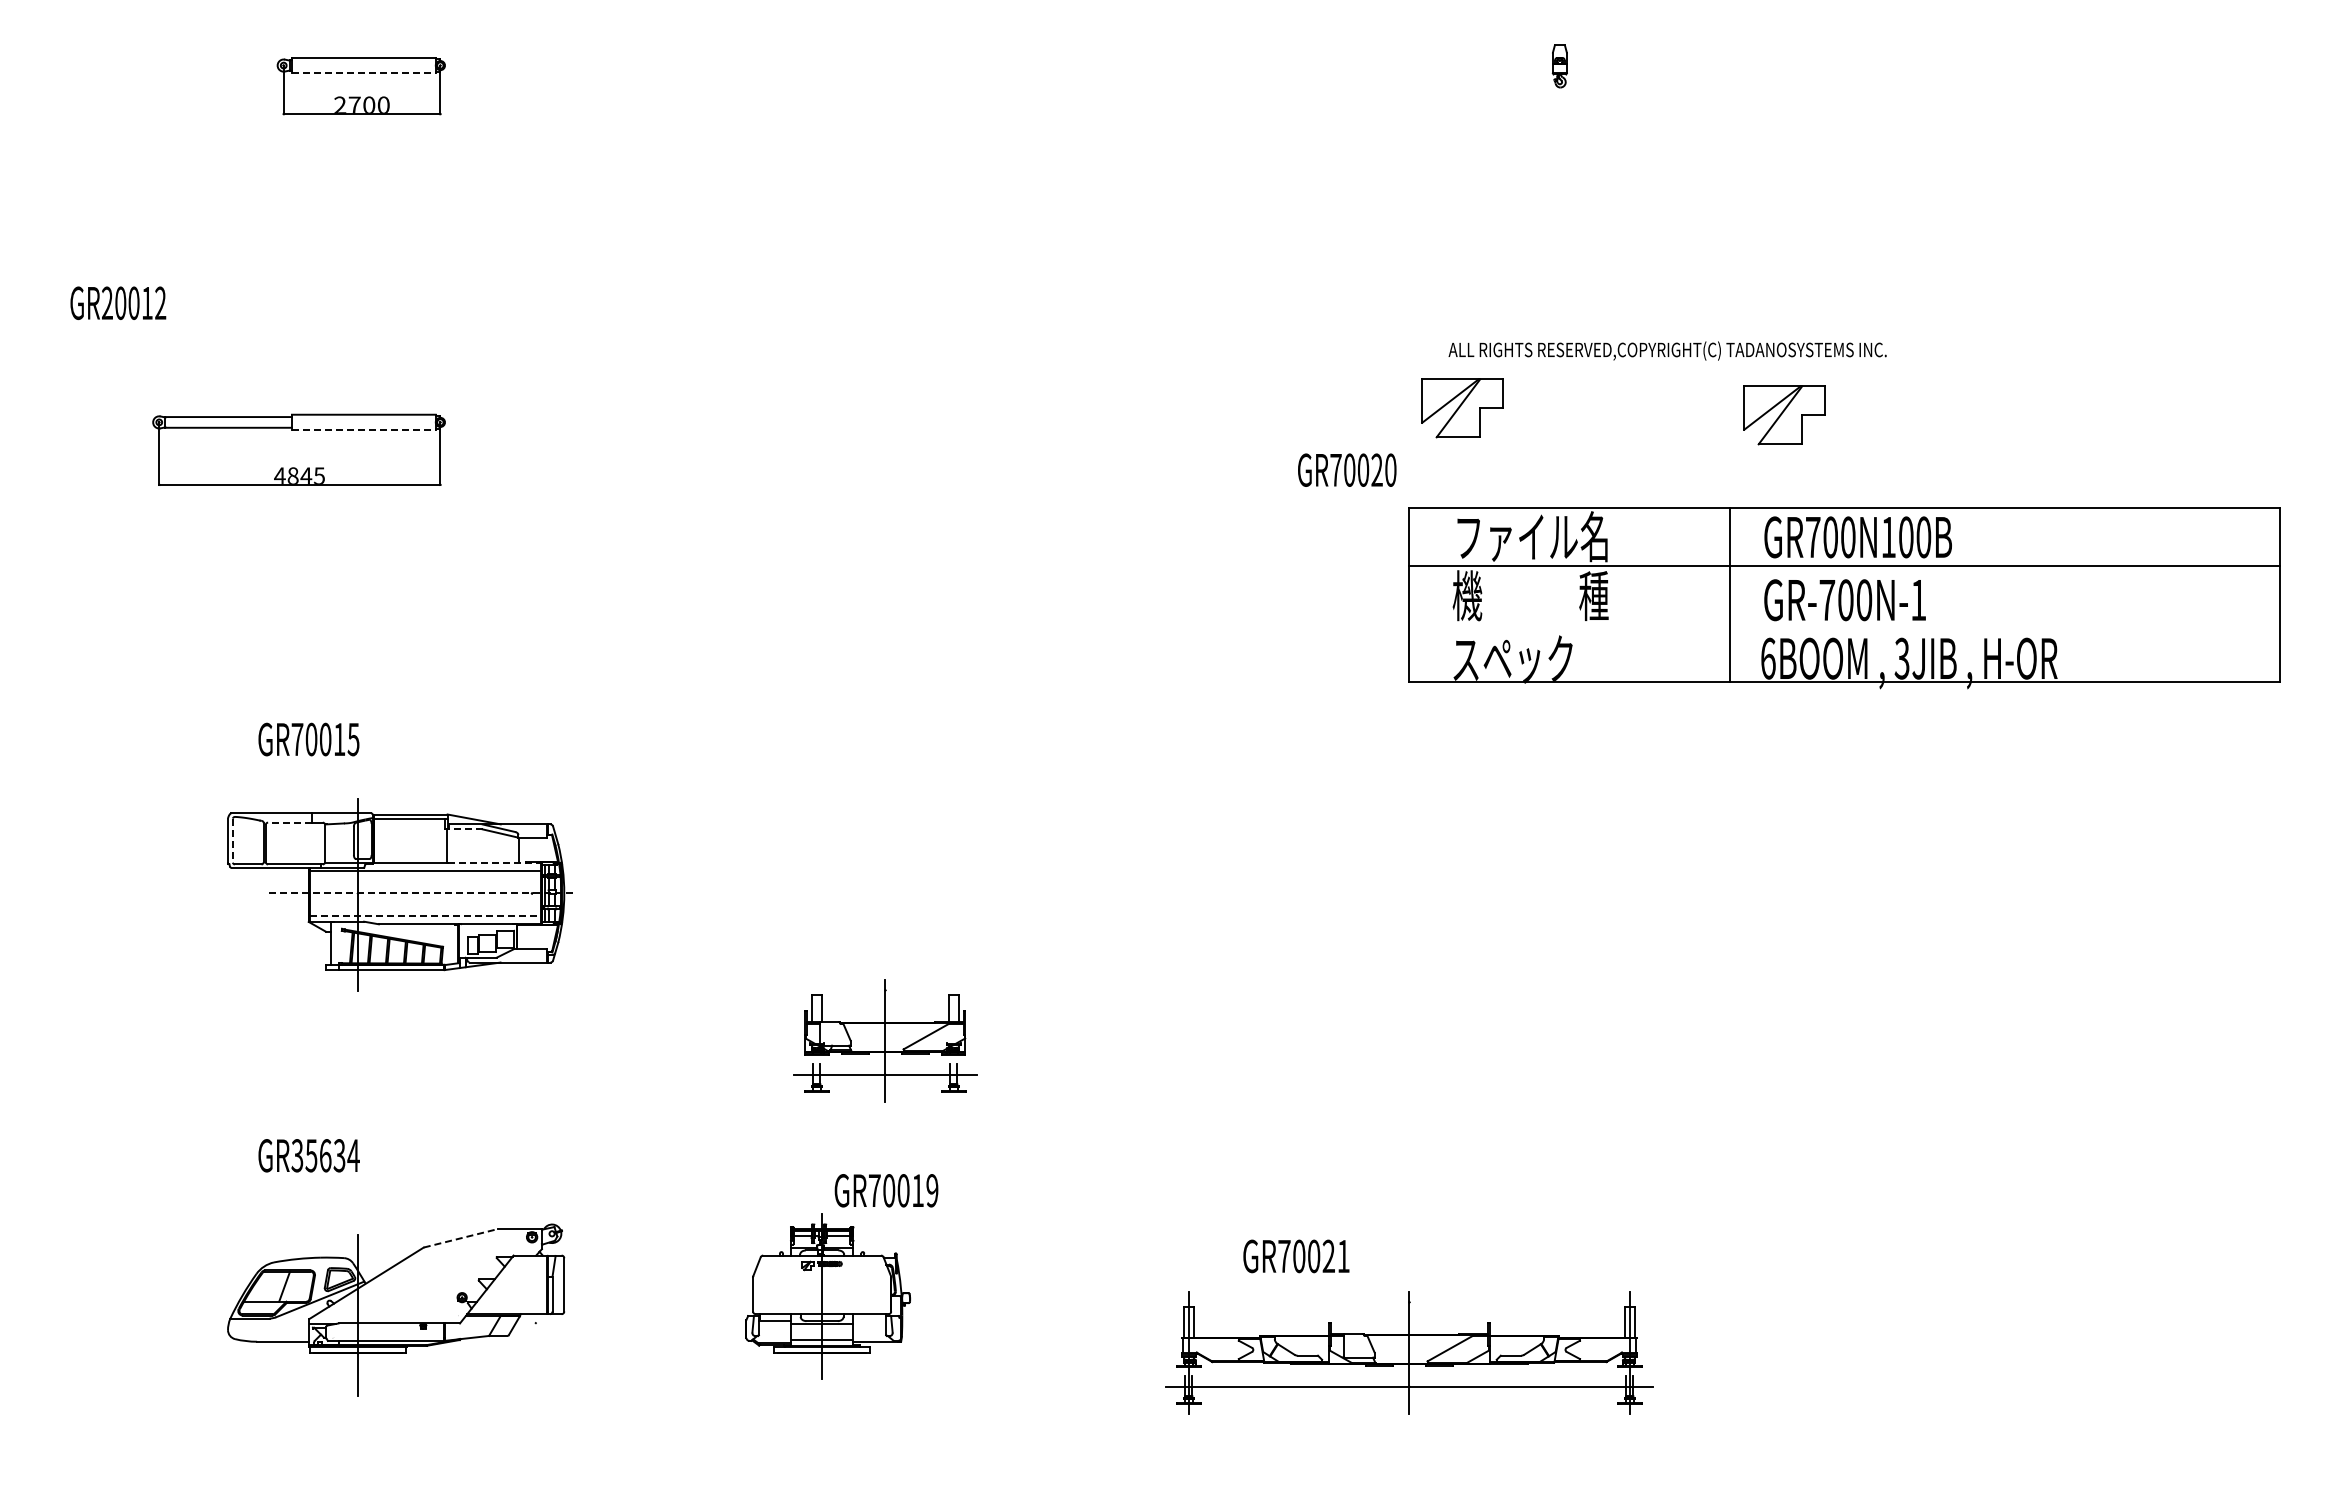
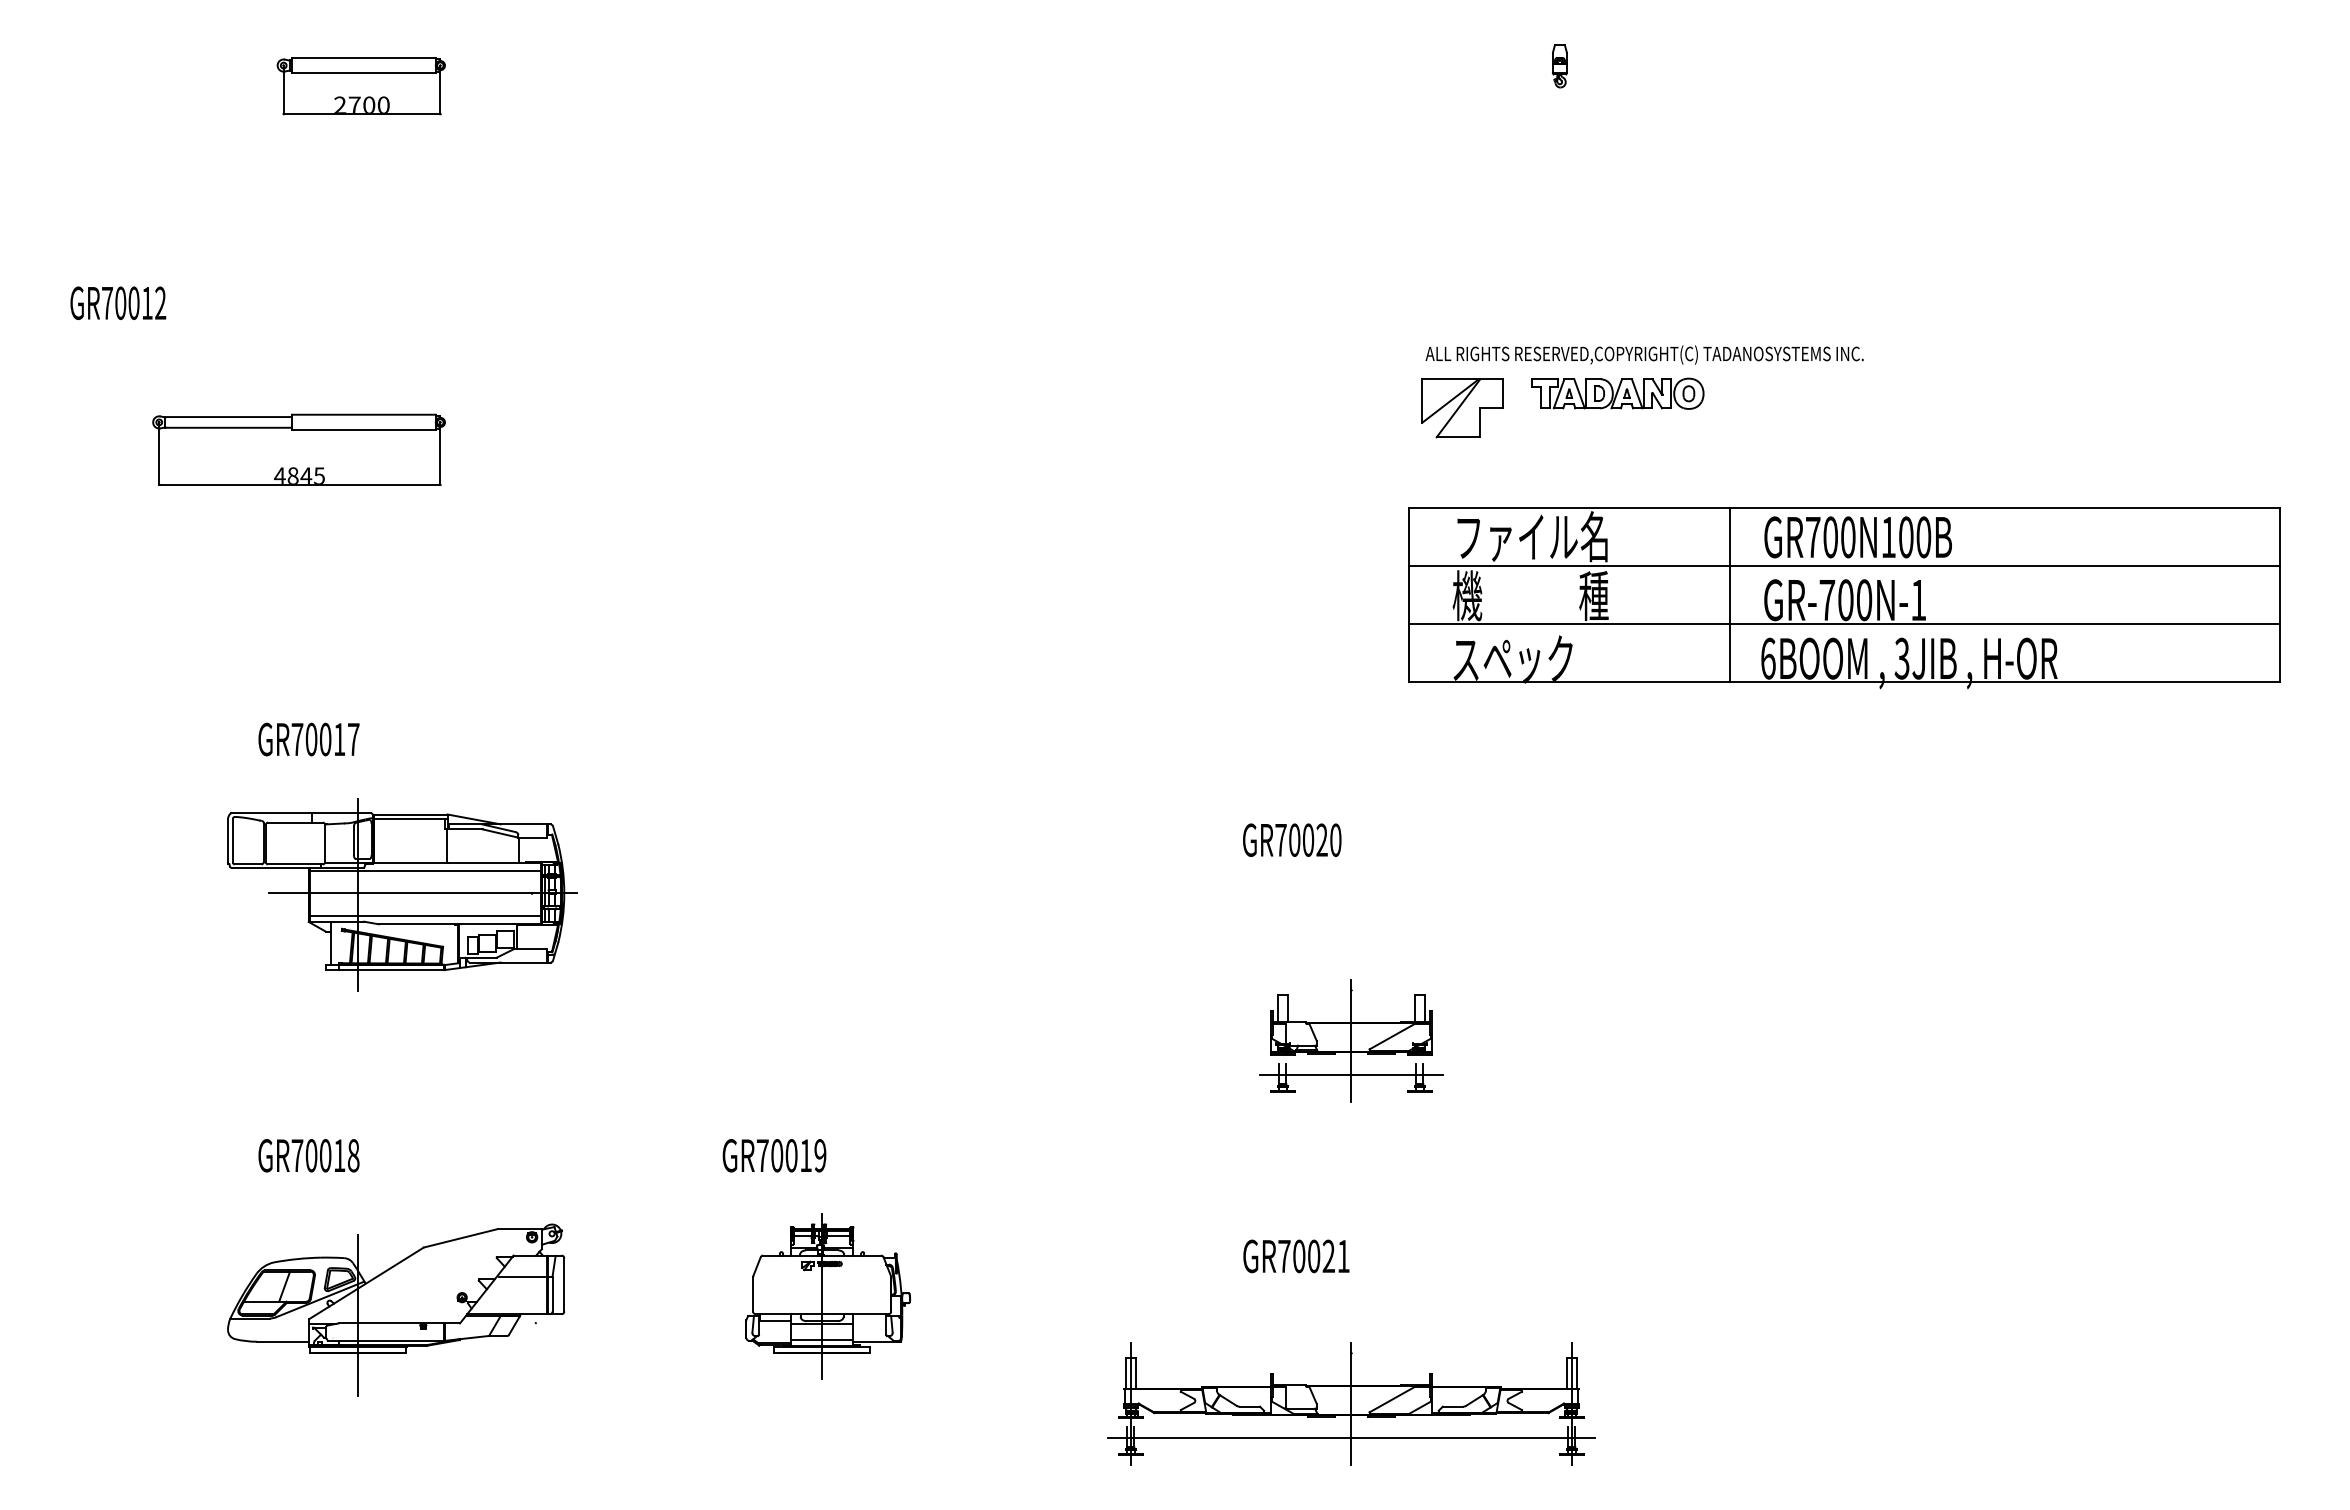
line at (363, 73): dashed -> solid
text at (107, 302): GR20012 -> GR70012
text at (1667, 350) position: (1667, 350) -> (1644, 354)
part at (1617, 393): none -> present
part at (1784, 415): present -> none
line at (363, 430): dashed -> solid
text at (1347, 469) position: (1347, 469) -> (1292, 839)
line at (1844, 623): none -> present
text at (353, 739): GR70015 -> GR70017
line at (290, 822): dashed -> solid
line at (465, 829): dashed -> solid
line at (232, 841): dashed -> solid
line at (494, 862): dashed -> solid
line at (423, 893): dashed -> solid
line at (425, 916): dashed -> solid
part at (885, 1040) position: (885, 1040) -> (1351, 1040)
text at (325, 1155): GR35634 -> GR70018
text at (886, 1190) position: (886, 1190) -> (774, 1155)
line at (461, 1238): dashed -> solid
line at (522, 1276): none -> present
part at (1409, 1352) position: (1409, 1352) -> (1351, 1403)
